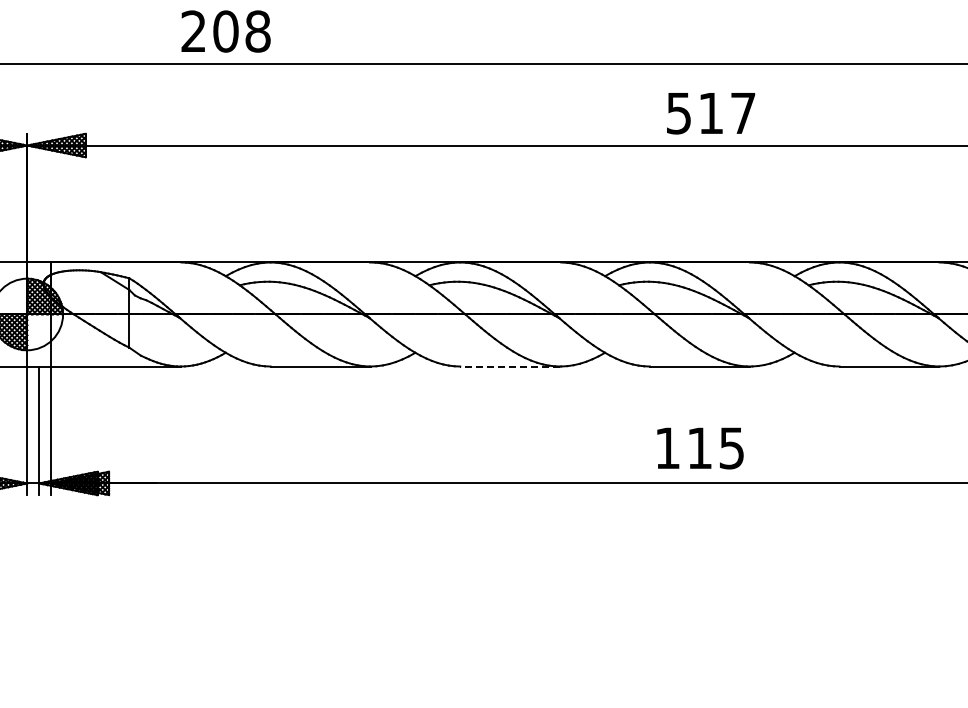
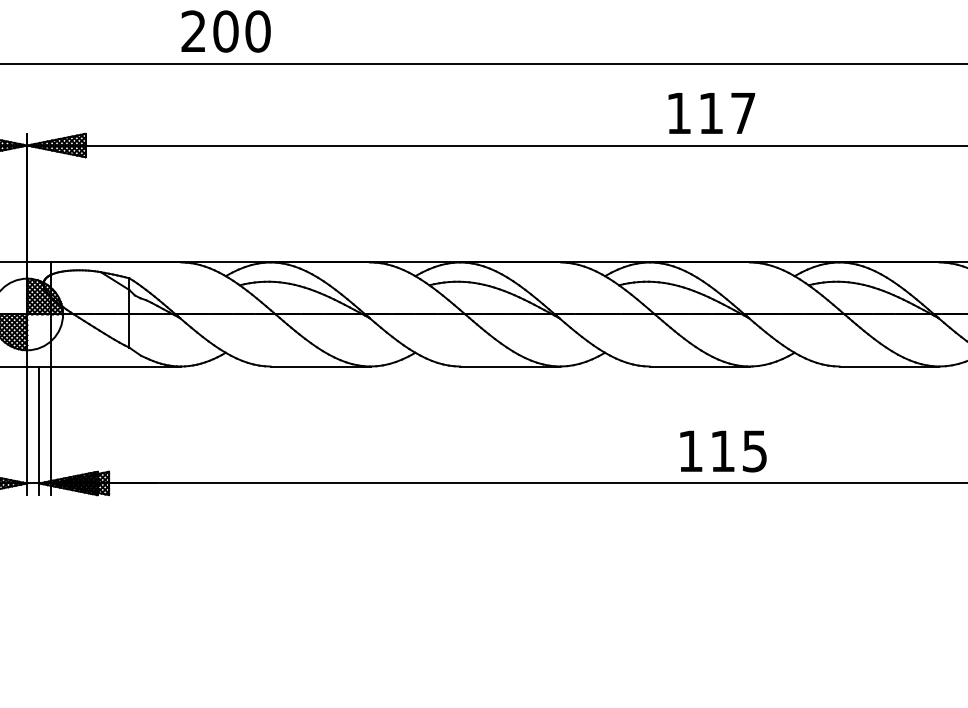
text at (257, 31): 208 -> 200
text at (678, 113): 517 -> 117
line at (510, 366): dashed -> solid
text at (700, 448) position: (700, 448) -> (723, 451)
